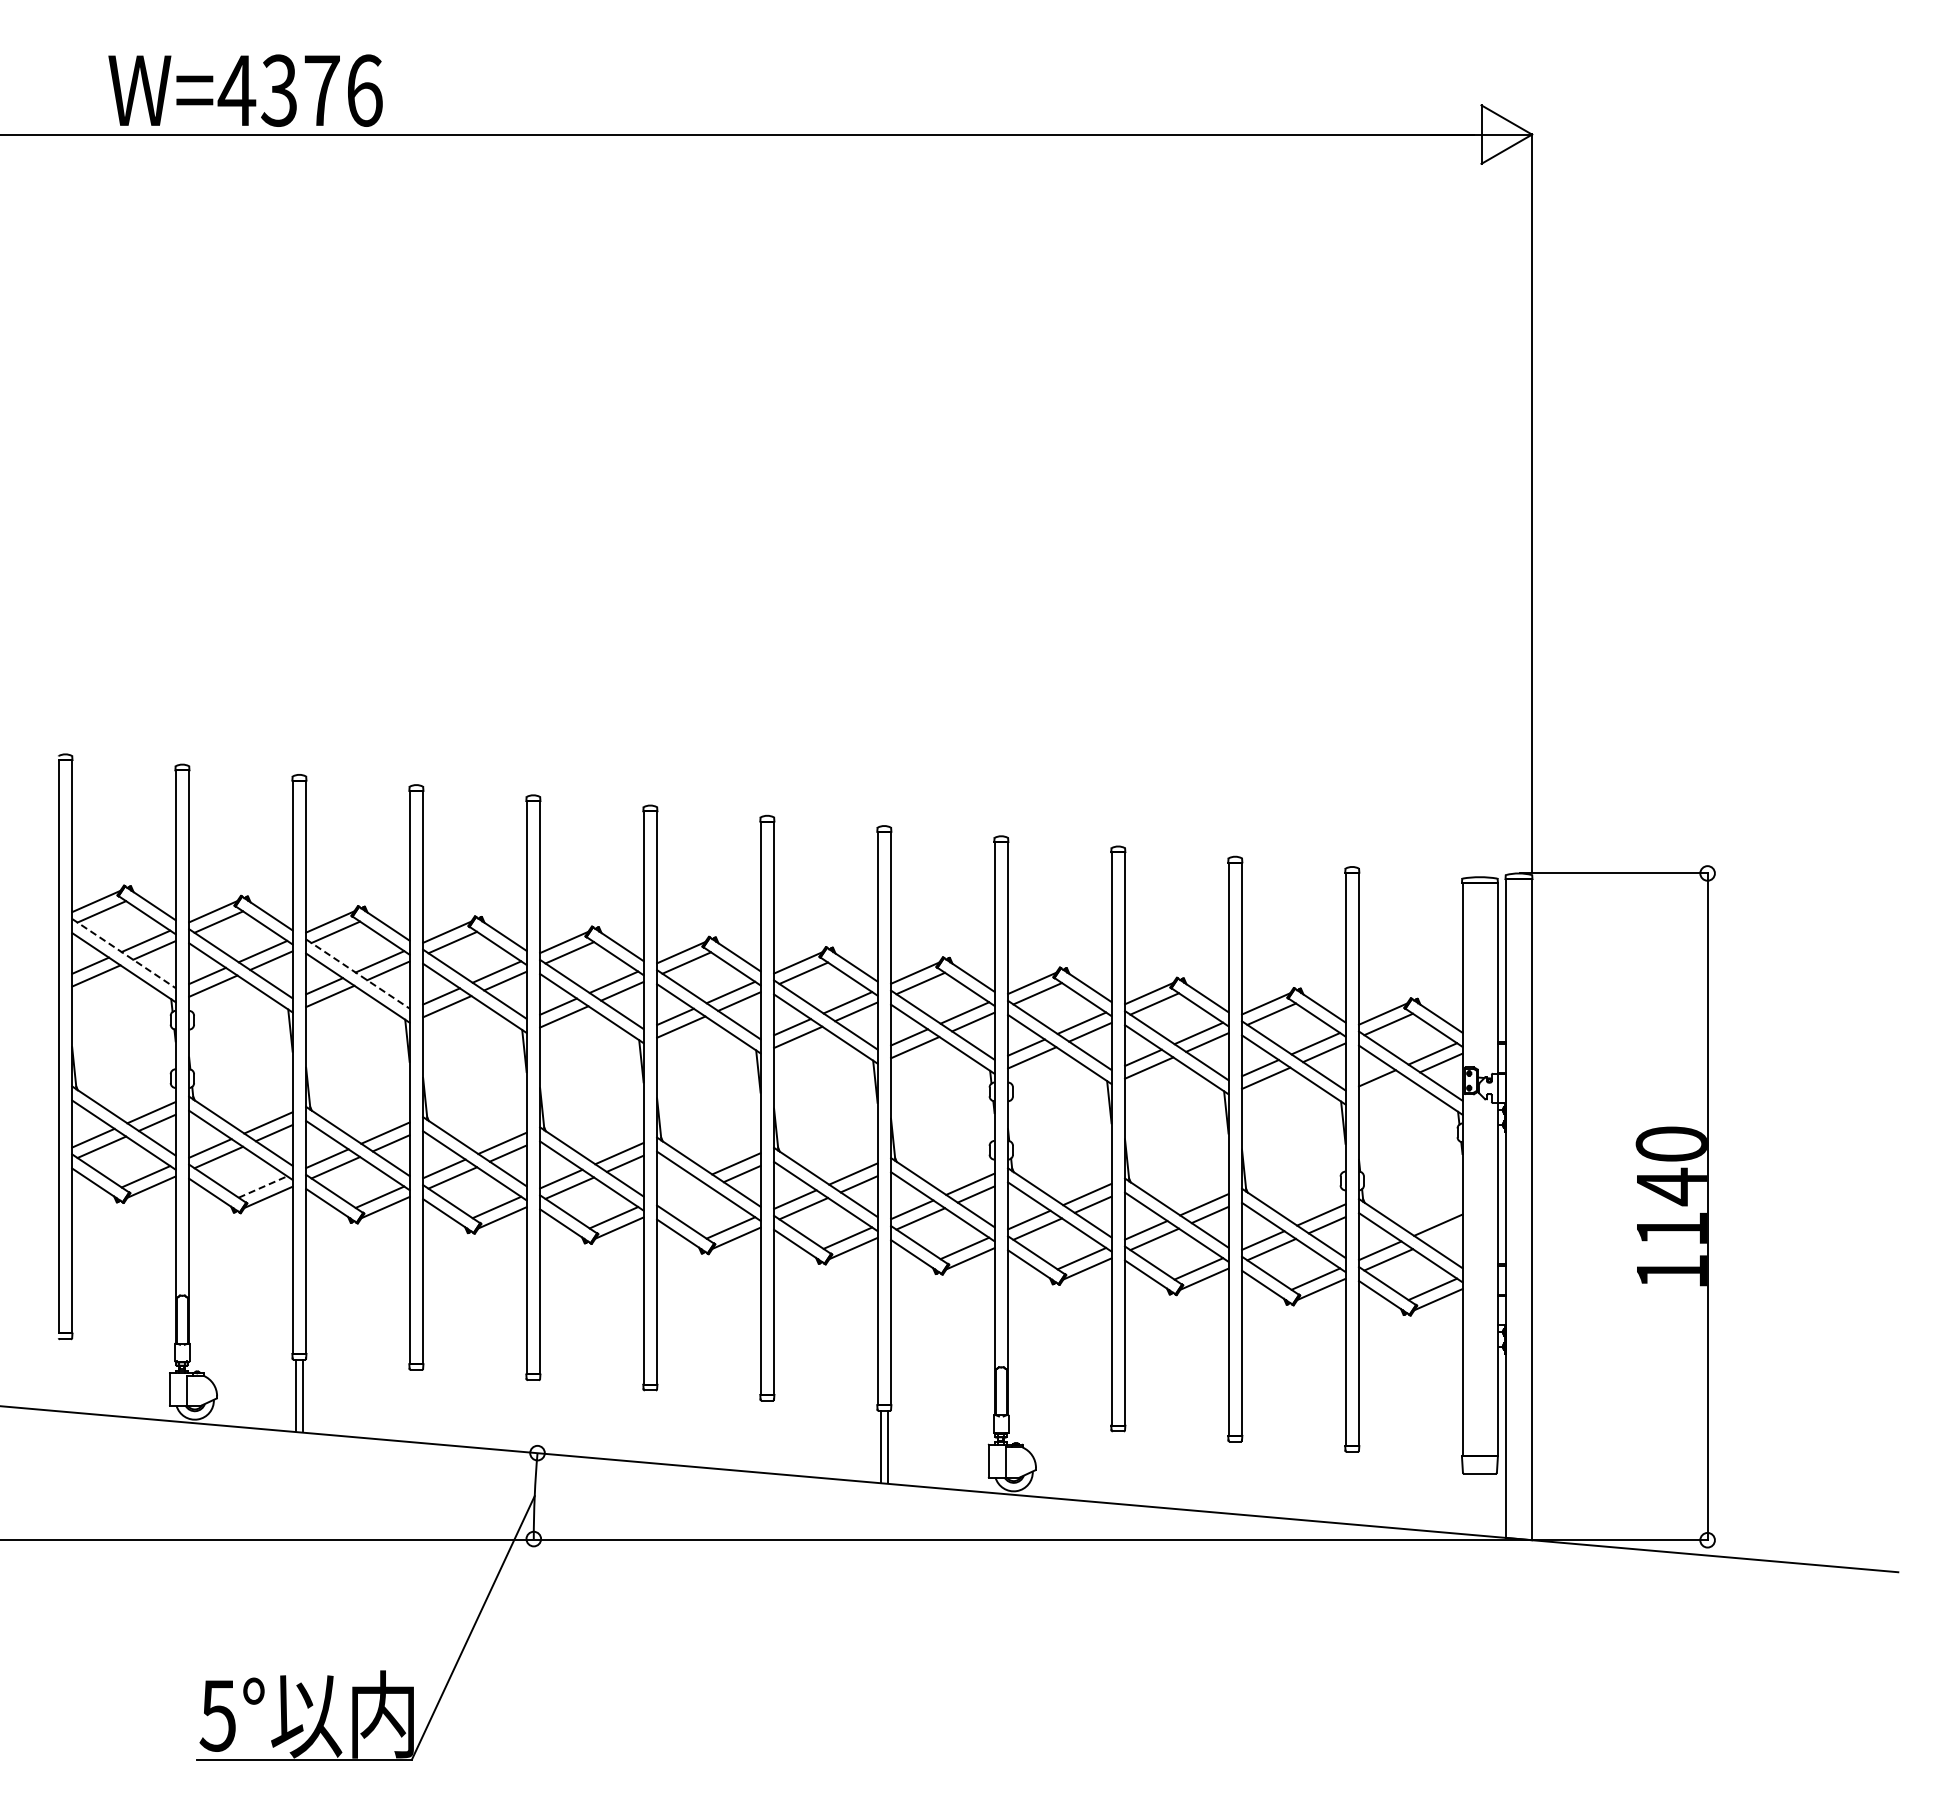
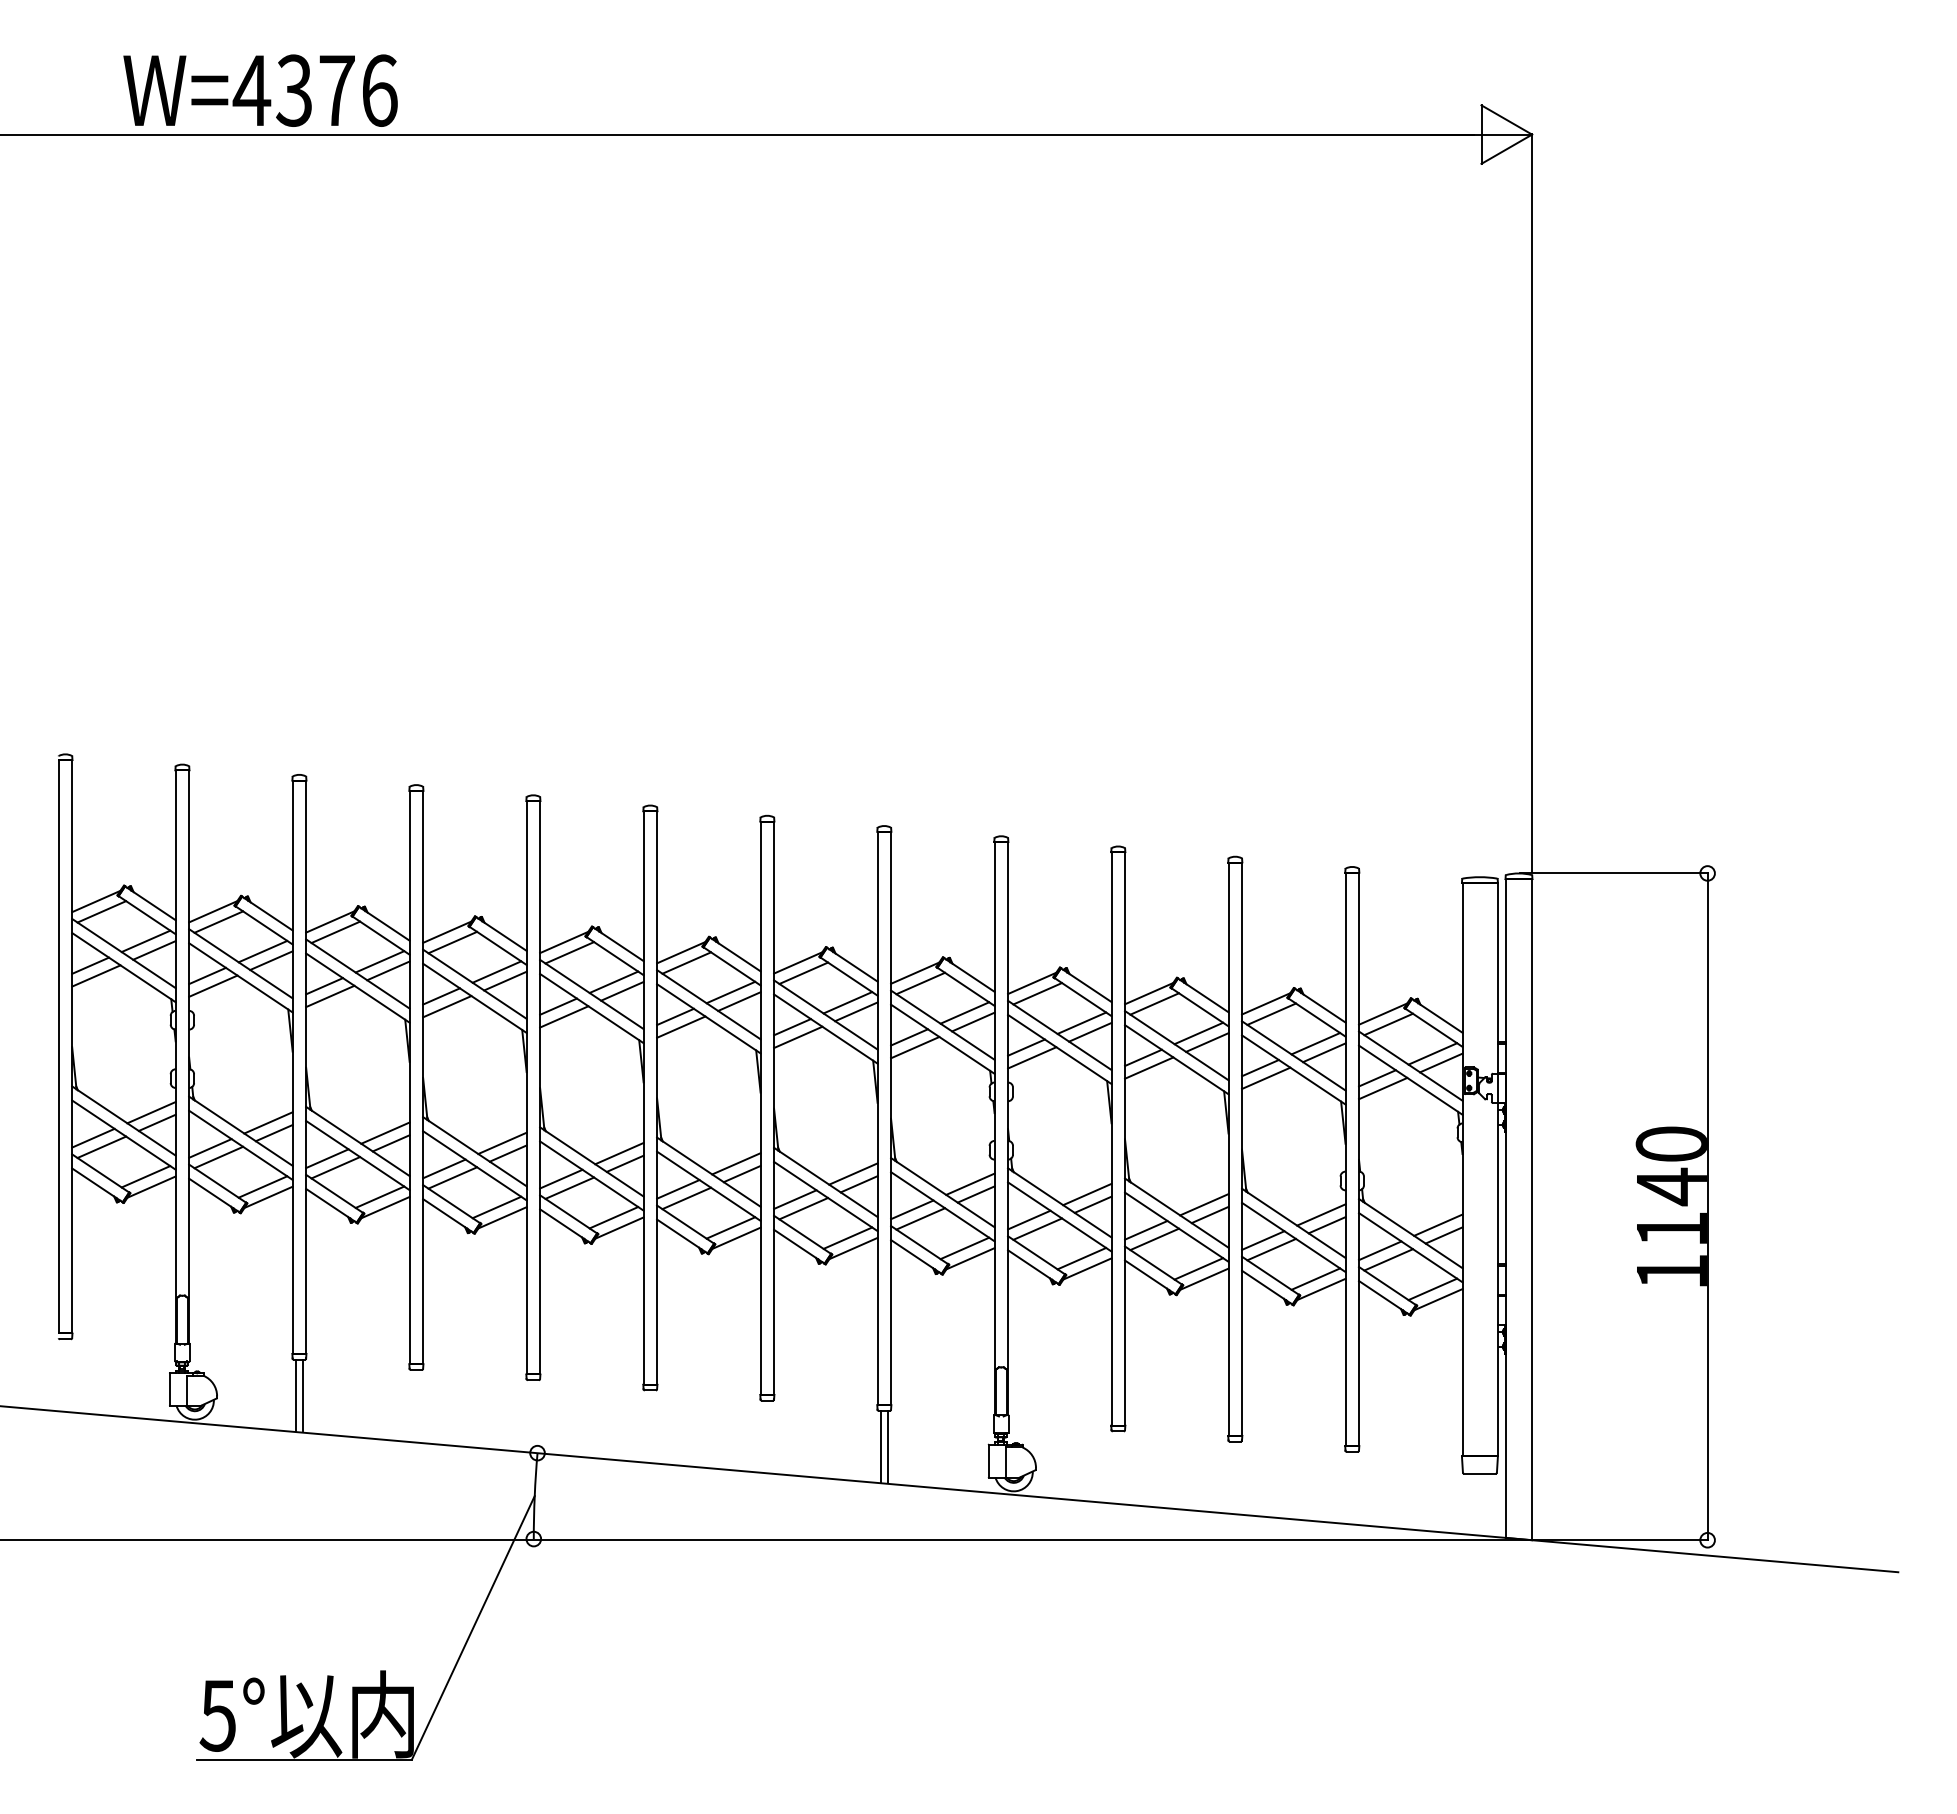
text at (245, 90) position: (245, 90) -> (260, 90)
line at (124, 953): dashed -> solid
line at (358, 974): dashed -> solid
line at (1383, 1088): none -> present
line at (263, 1187): dashed -> solid
line at (678, 1189): none -> present
line at (686, 1198): none -> present
line at (1443, 1235): none -> present
